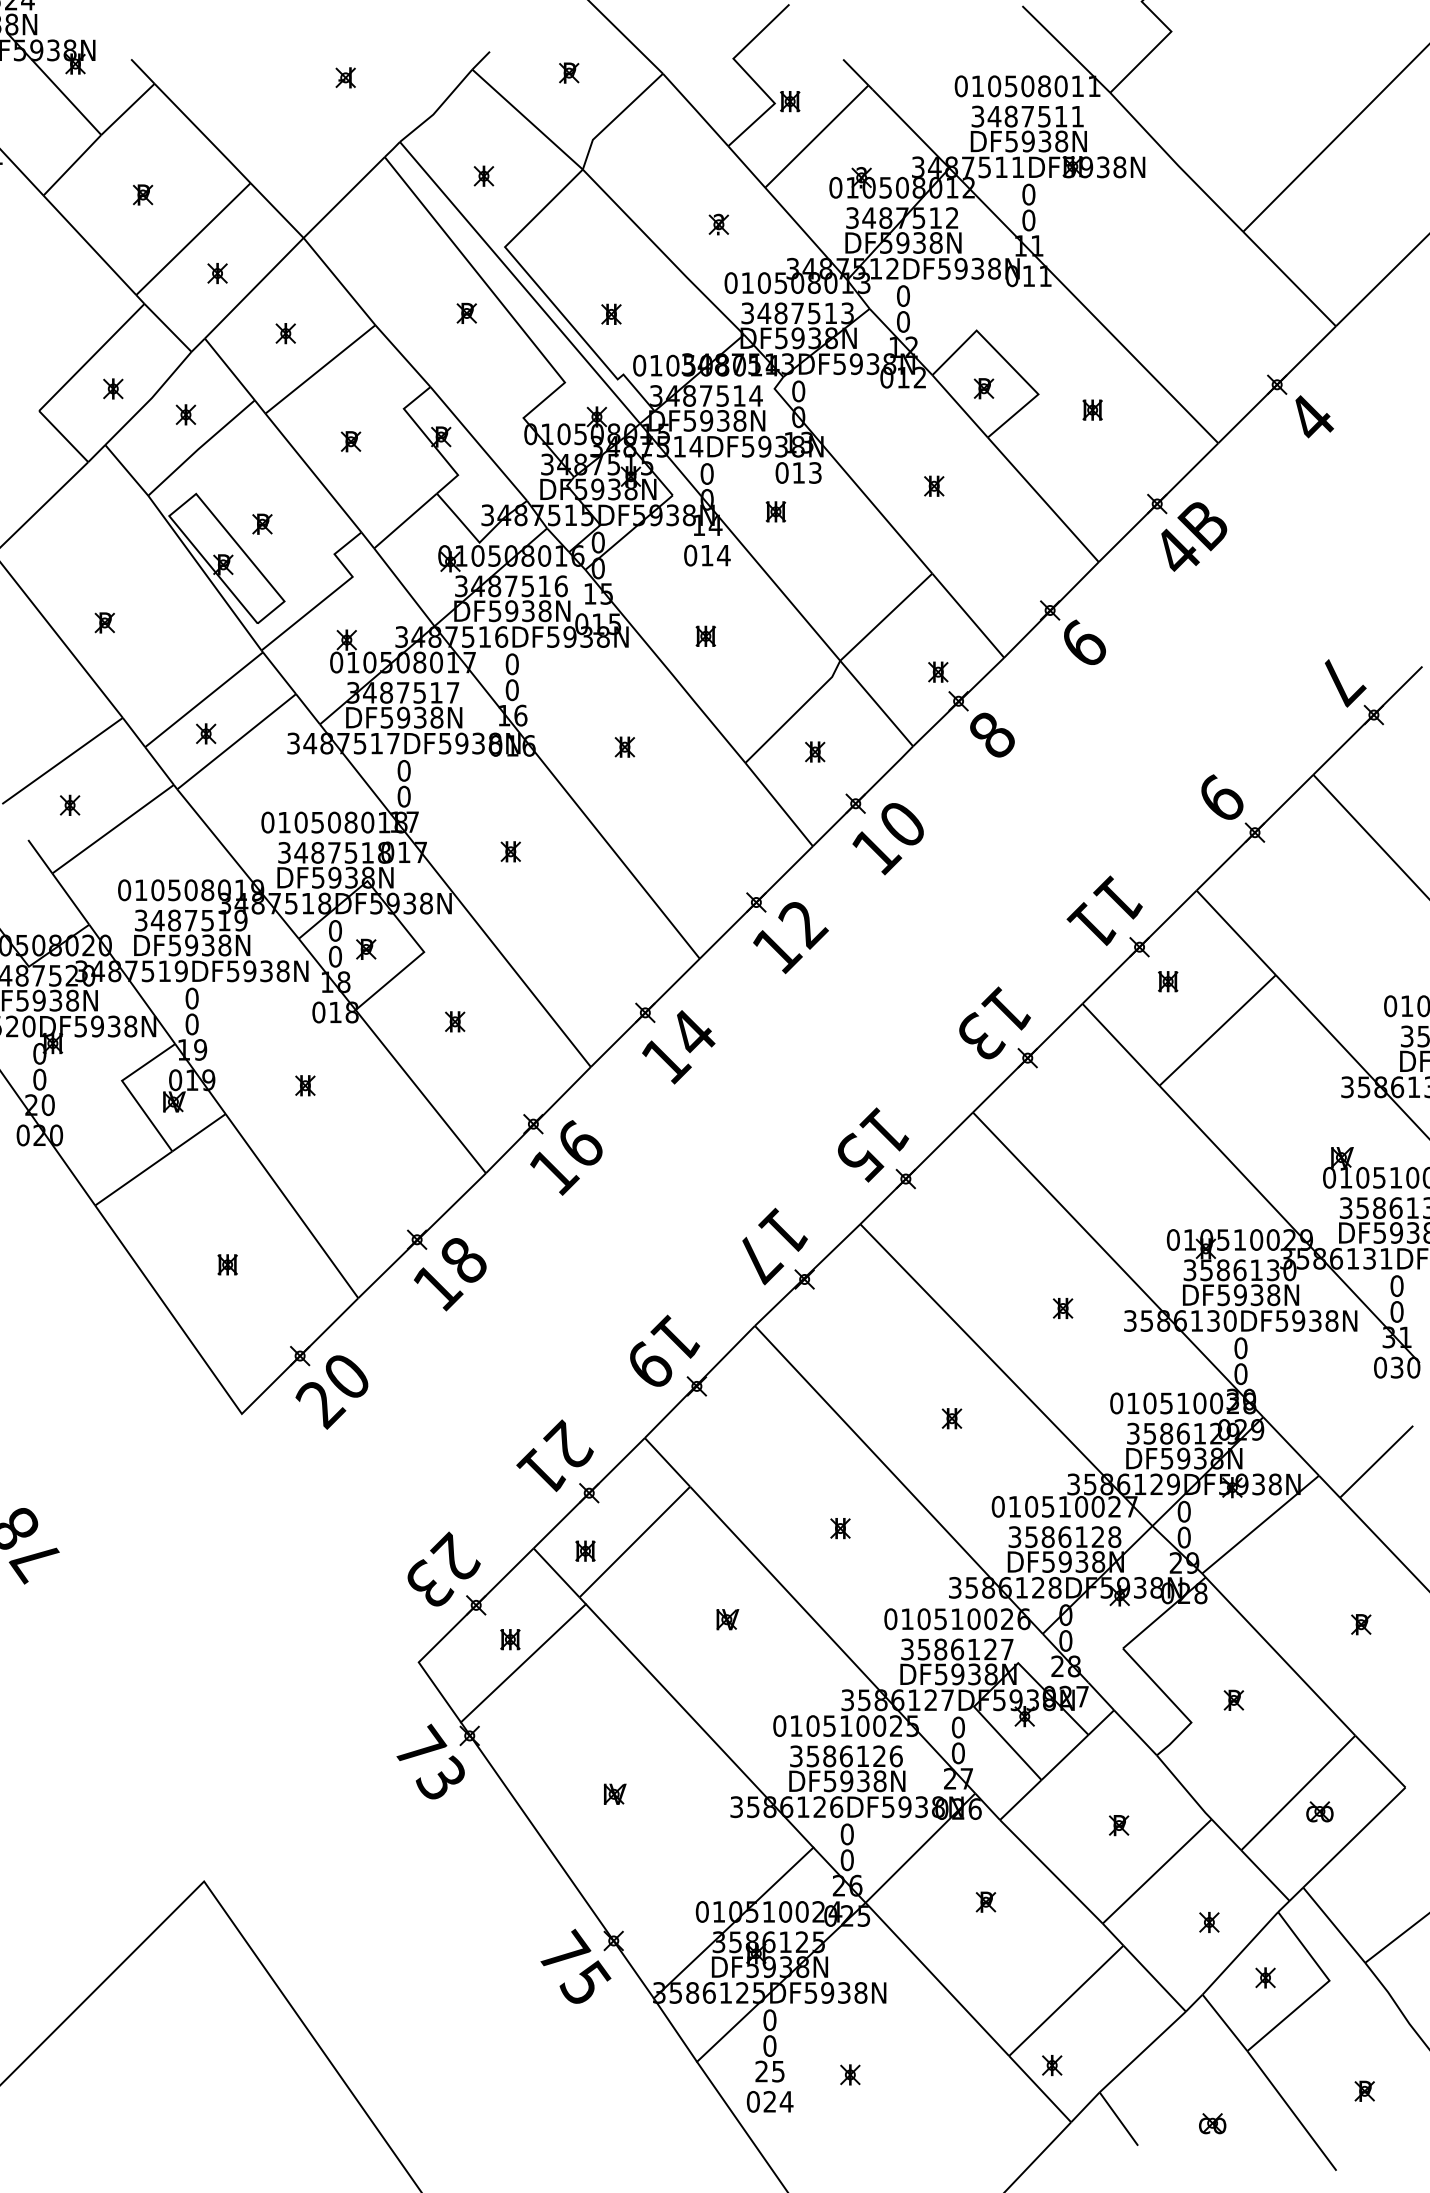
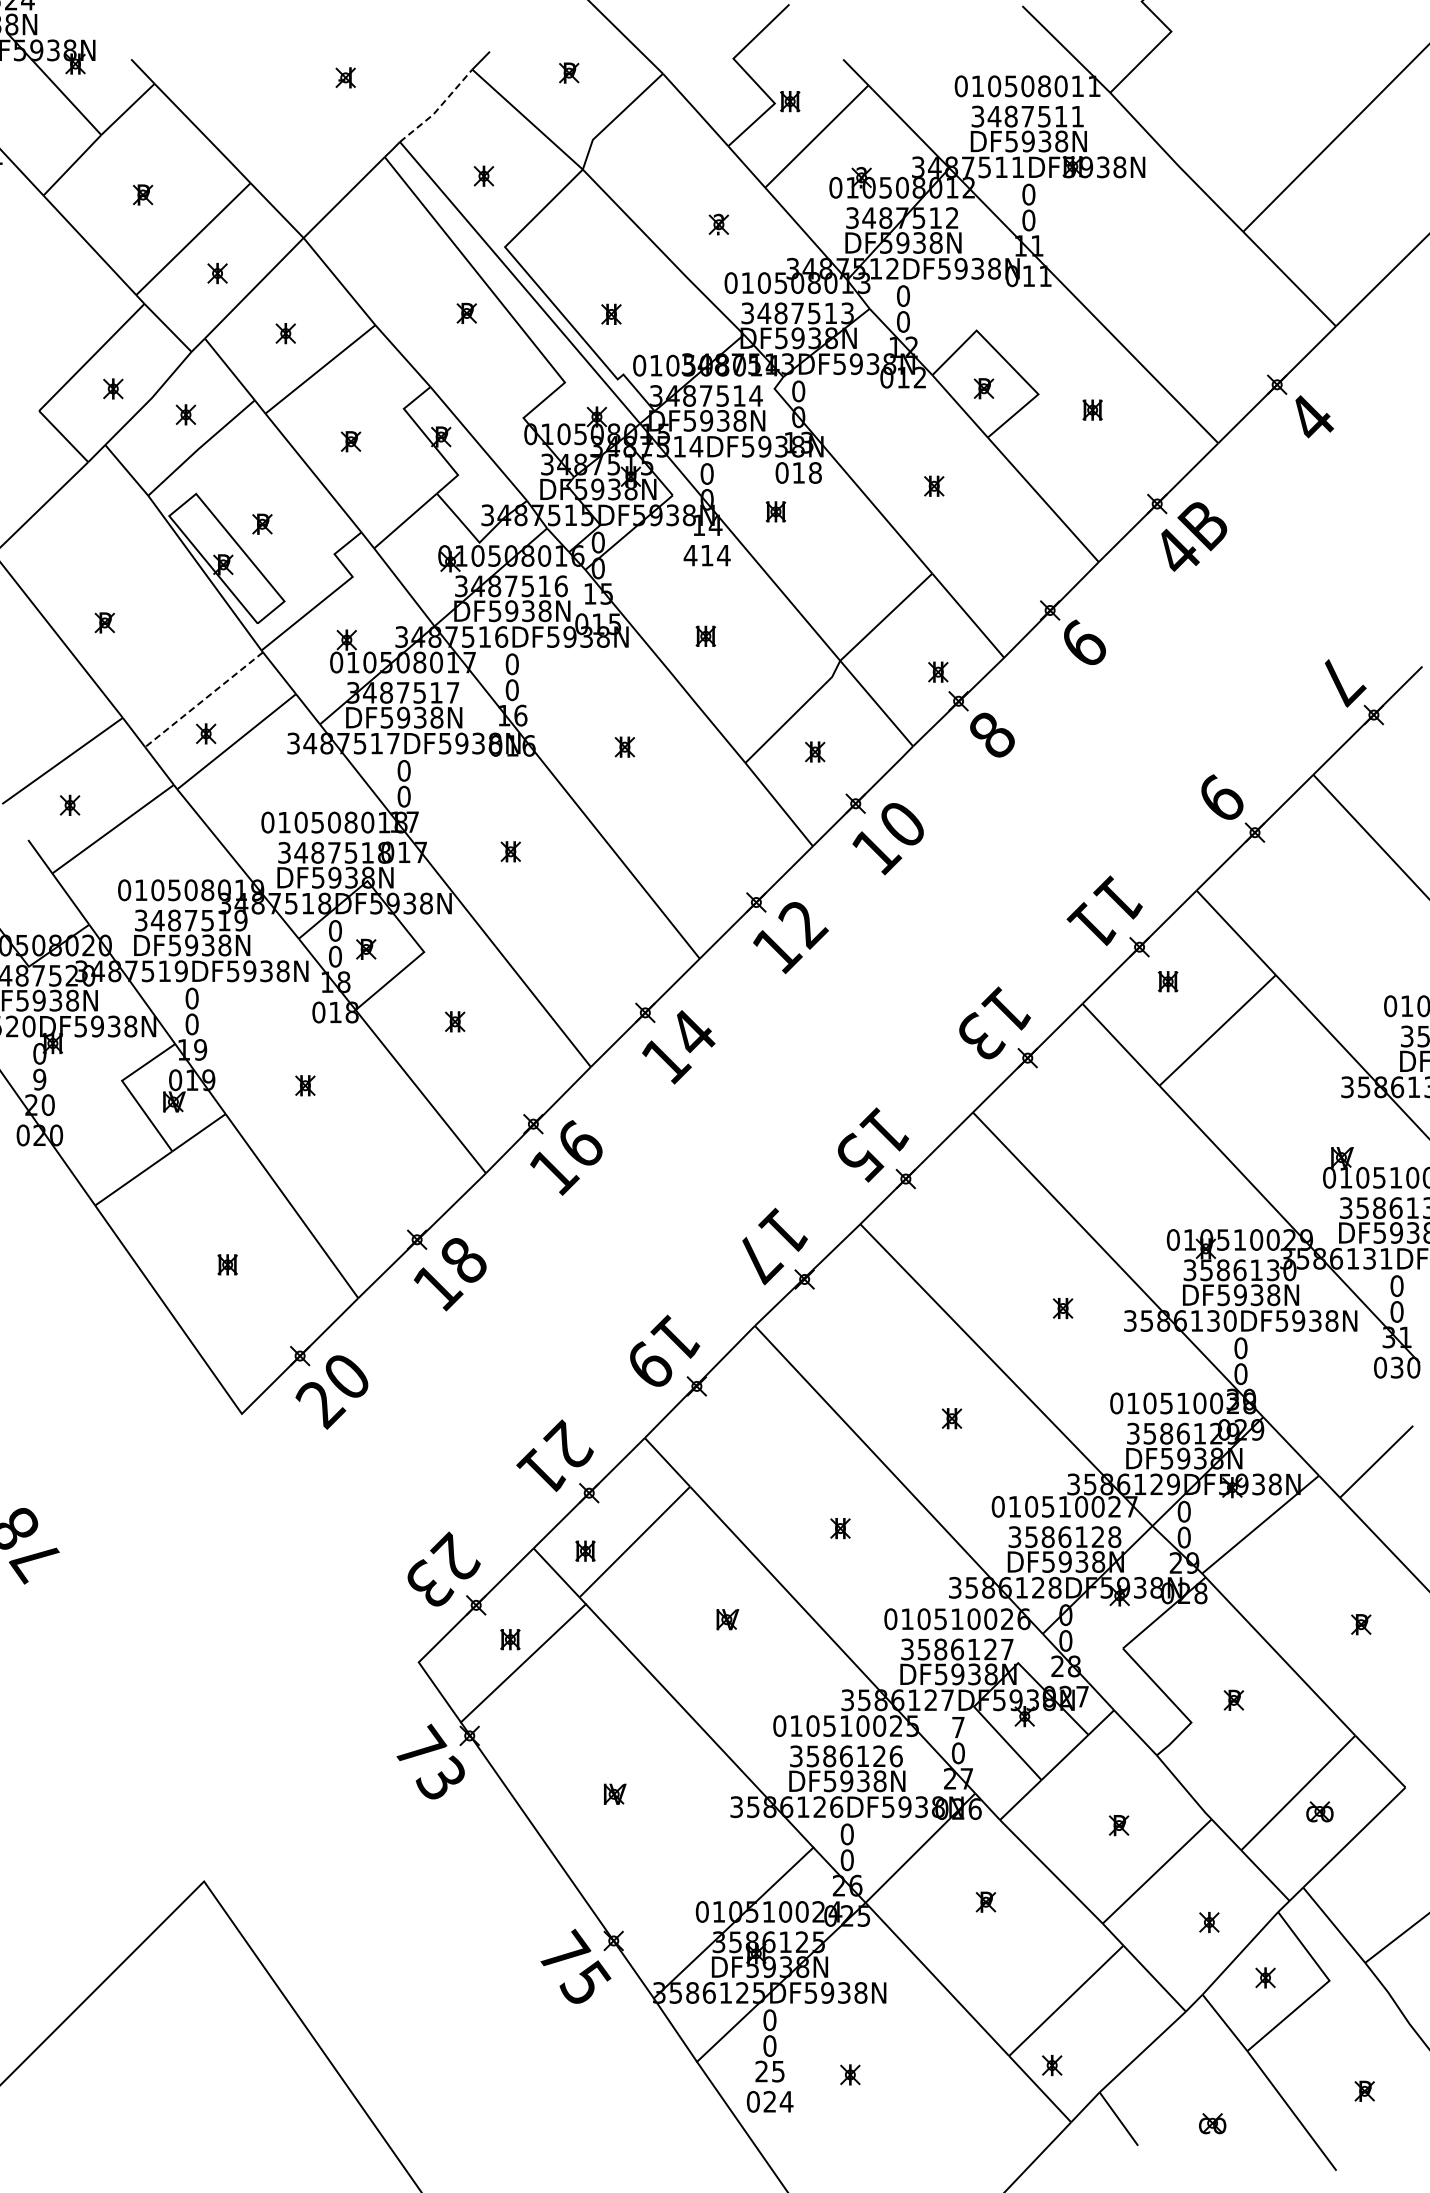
line at (438, 108): solid -> dashed
text at (815, 472): 013 -> 018
text at (690, 555): 014 -> 414
line at (204, 699): solid -> dashed
text at (39, 1079): 0 -> 9
text at (957, 1727): 0 -> 7
